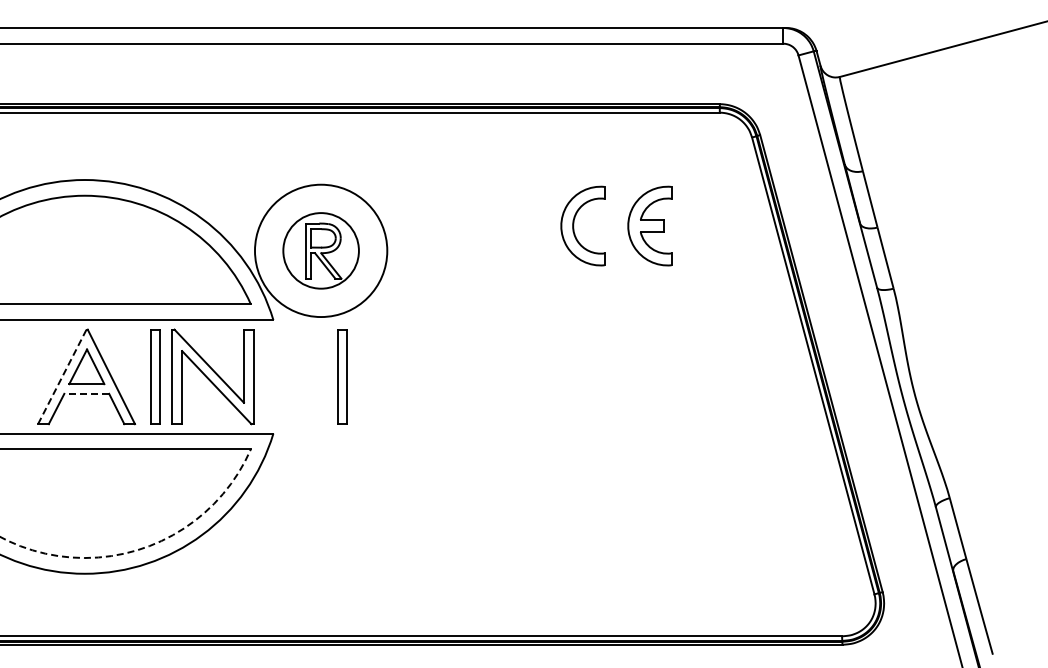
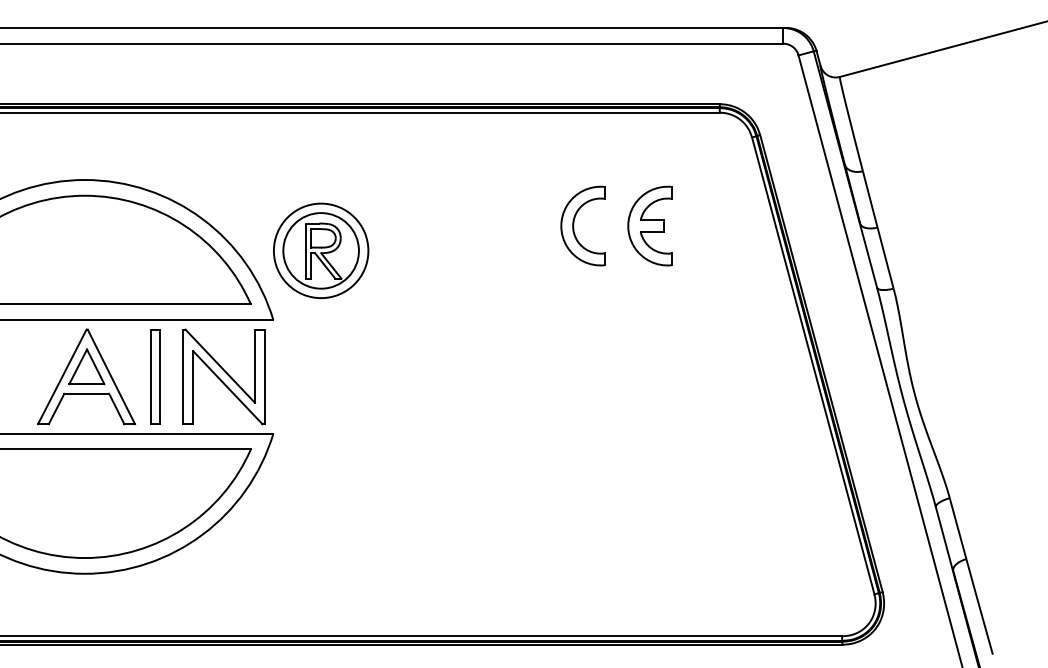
circle at (321, 250) diameter: 132 px -> 95 px
line at (62, 376): dashed -> solid
part at (212, 376) position: (212, 376) -> (223, 376)
part at (342, 376): present -> none
line at (86, 393): dashed -> solid
arc at (143, 548): dashed -> solid
